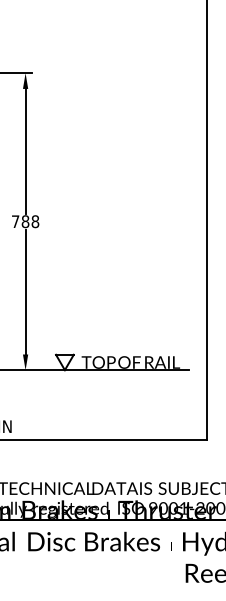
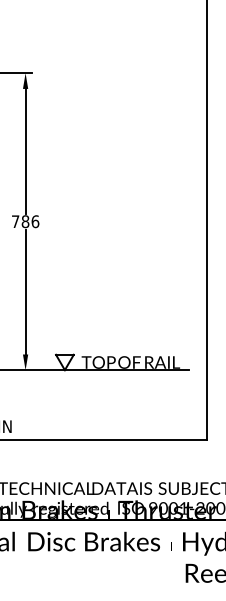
text at (35, 221): 788 -> 786
